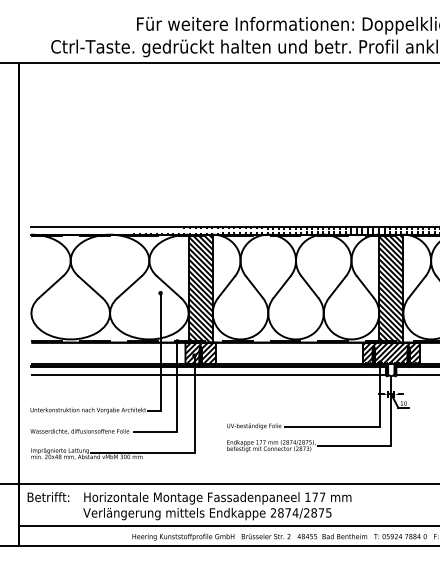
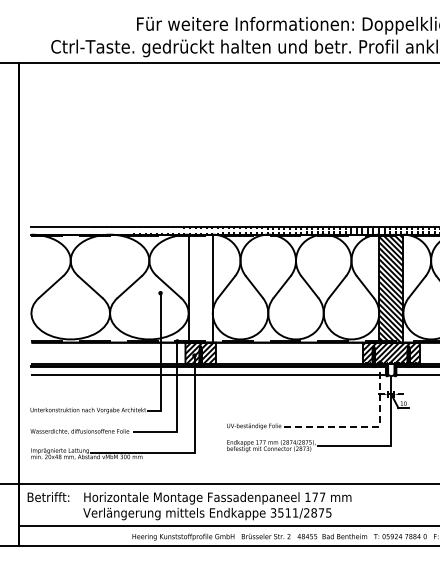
hatch at (200, 288): present -> none
line at (365, 426): solid -> dashed
text at (284, 512): 2874/2875 -> 3511/2875
